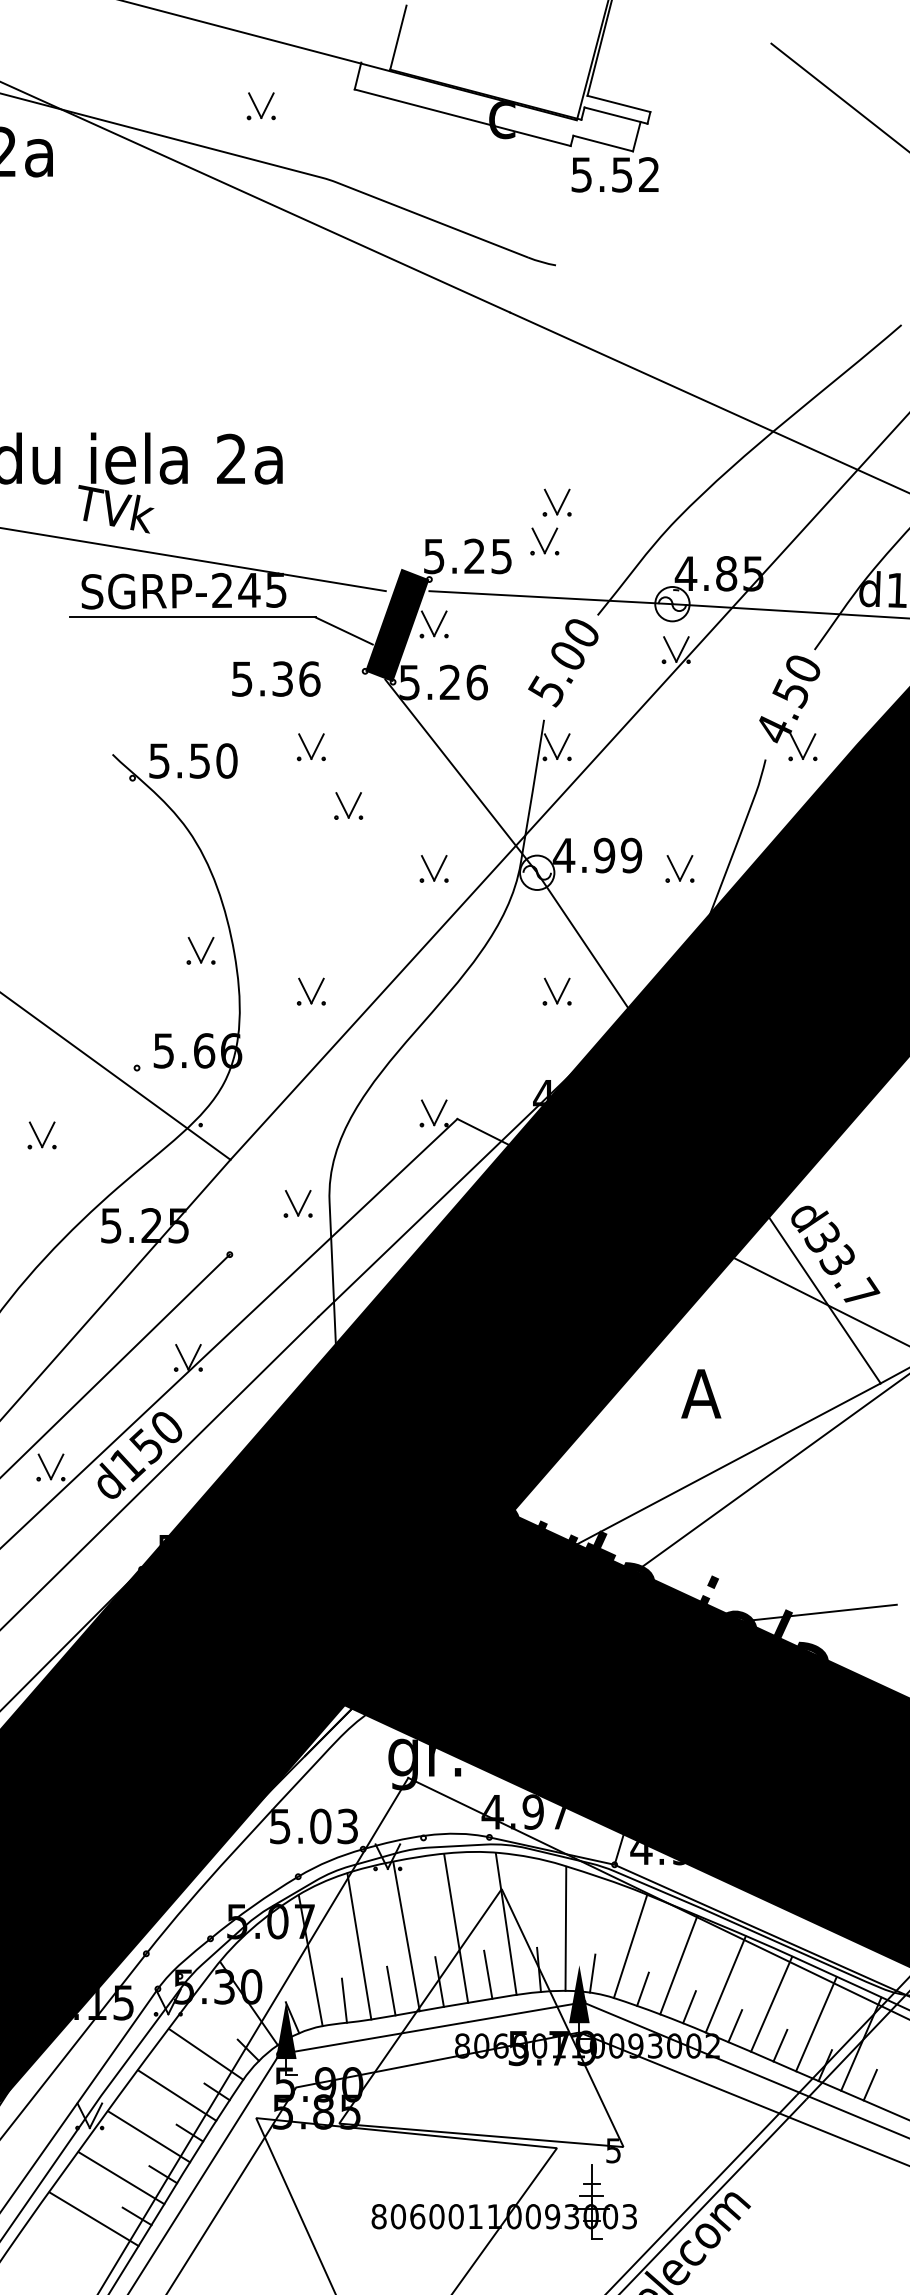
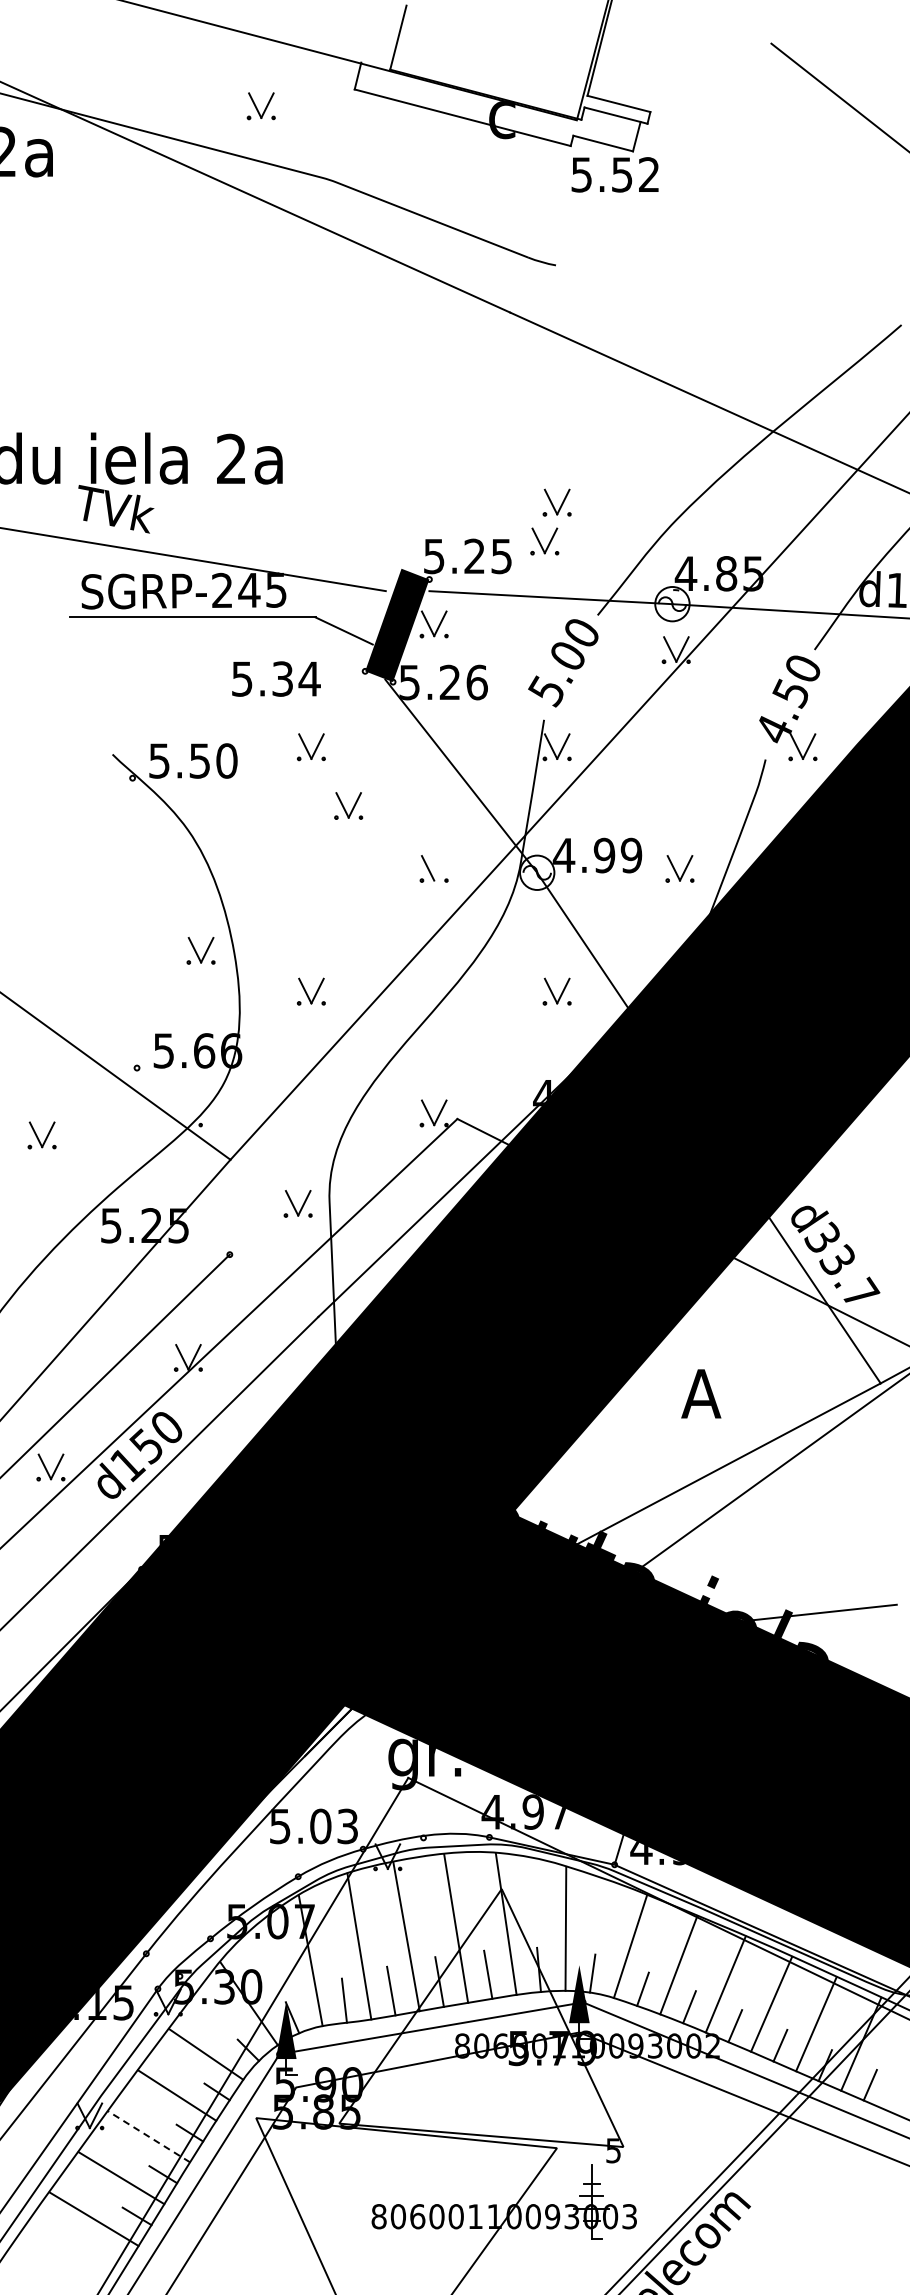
text at (309, 678): 5.36 -> 5.34
line at (440, 868): present -> none
line at (148, 2136): solid -> dashed
